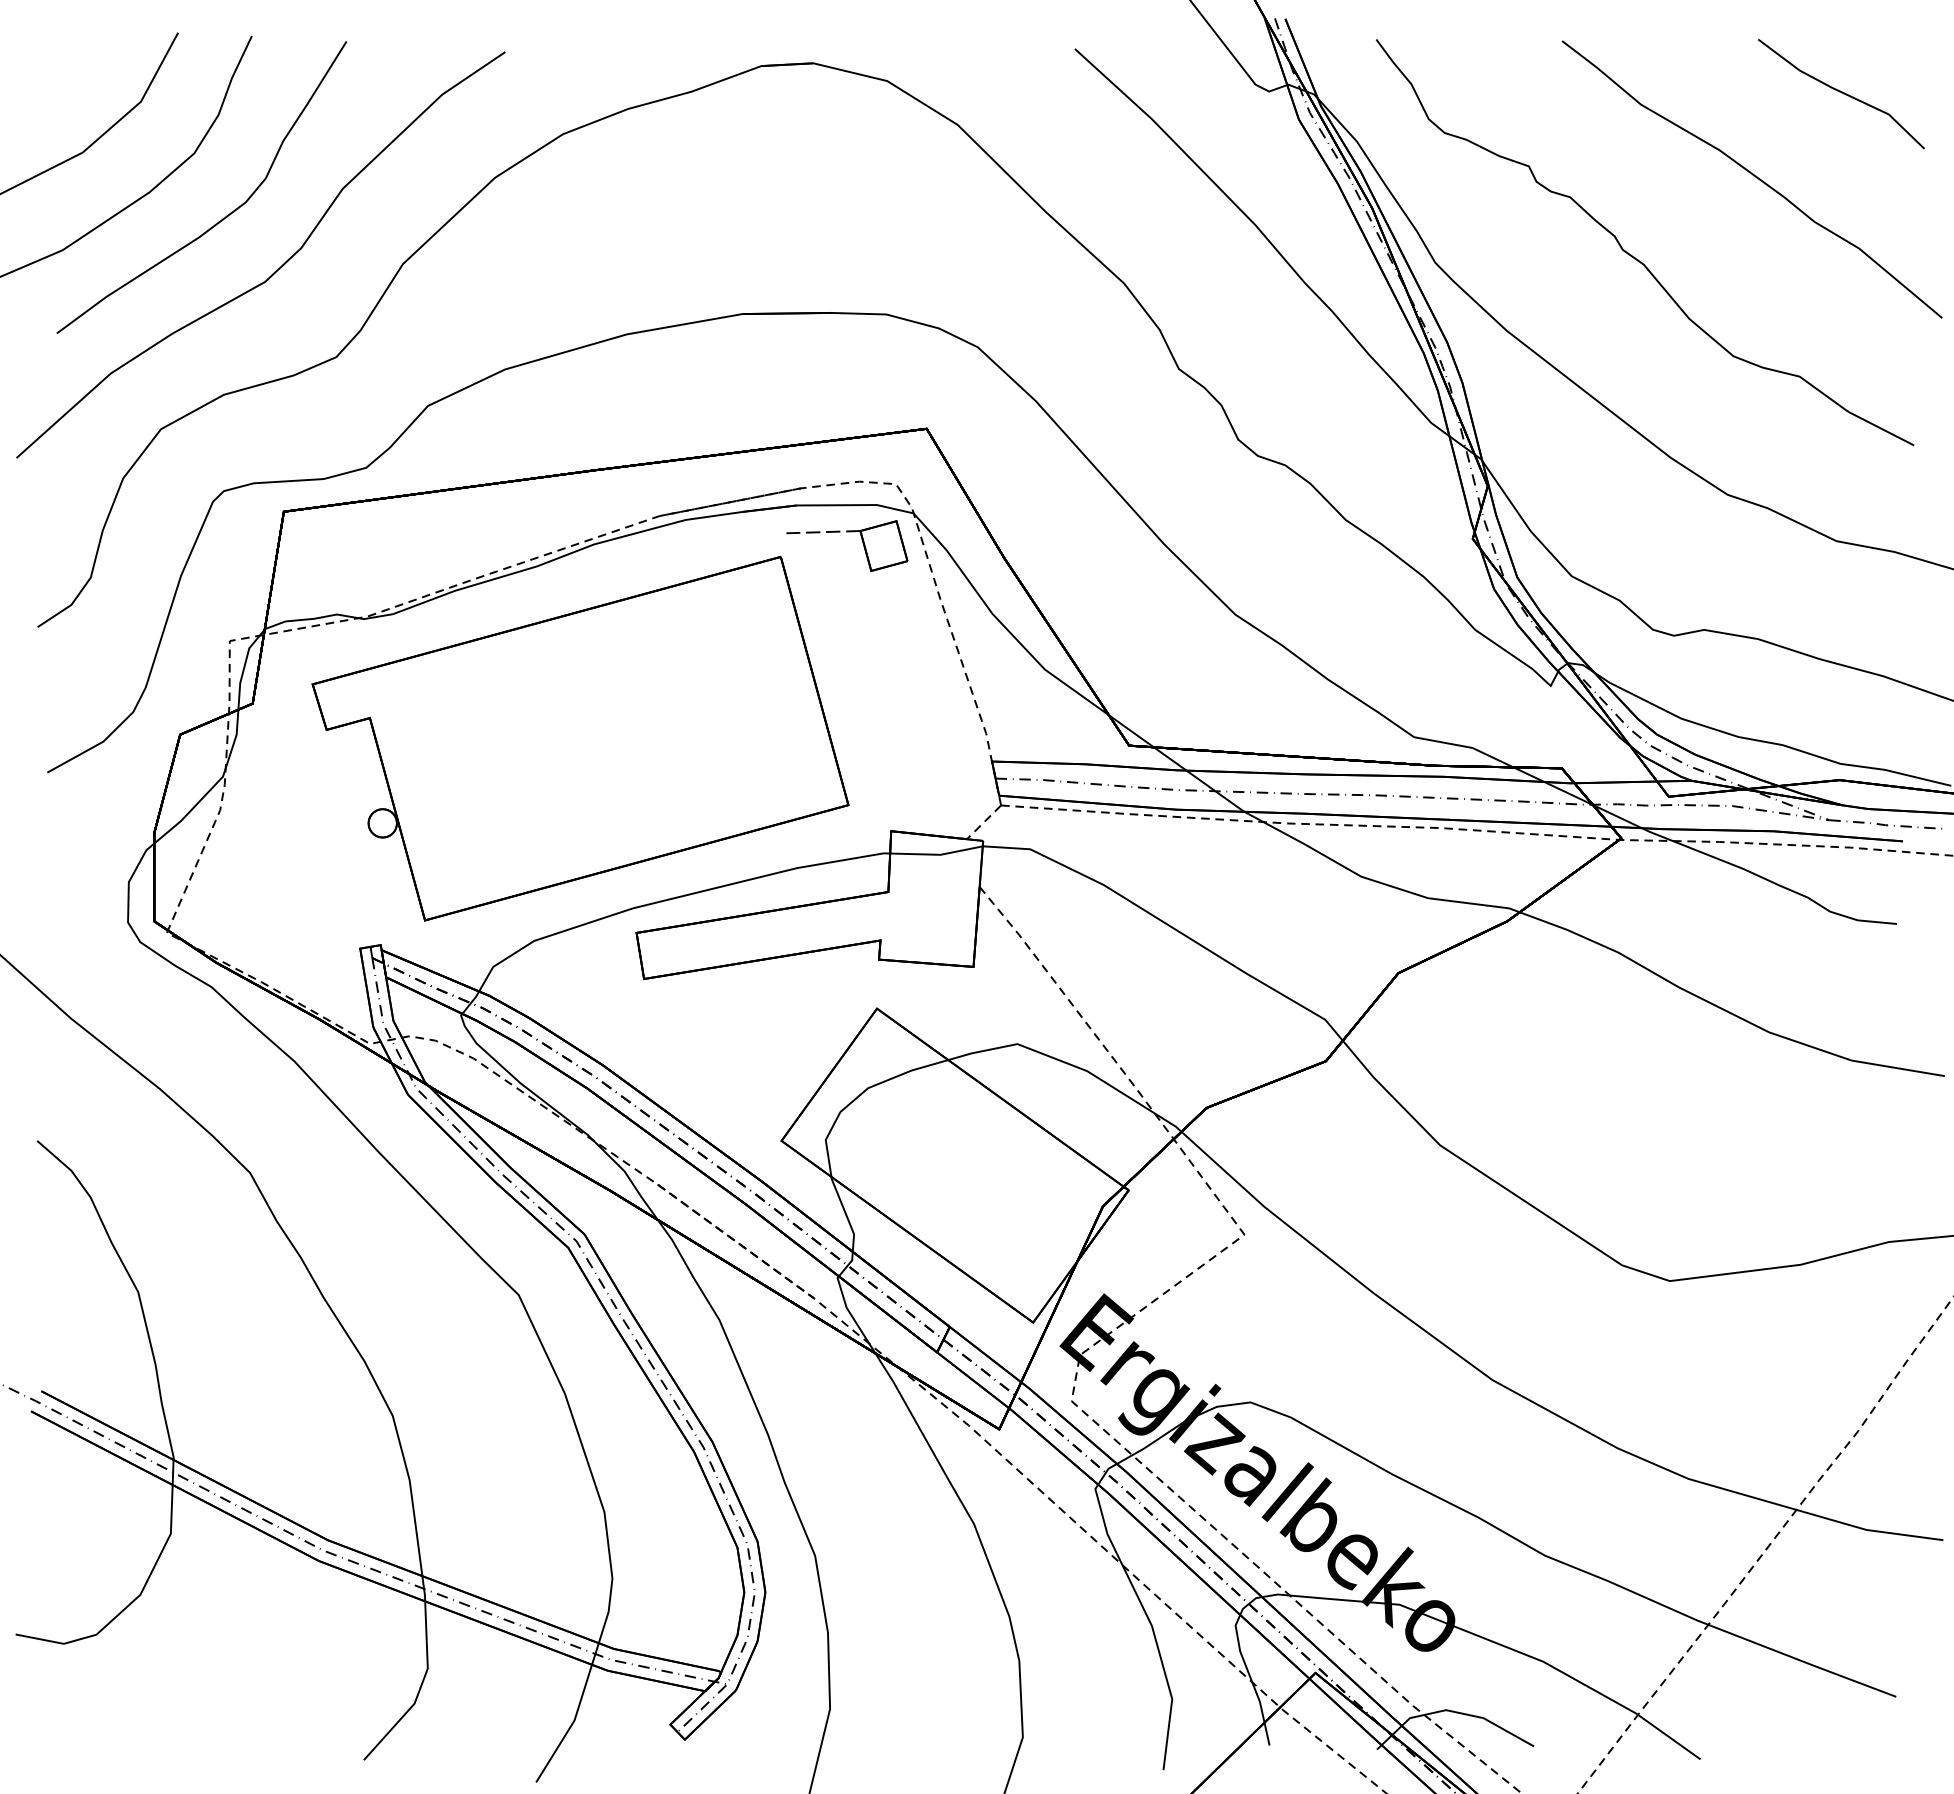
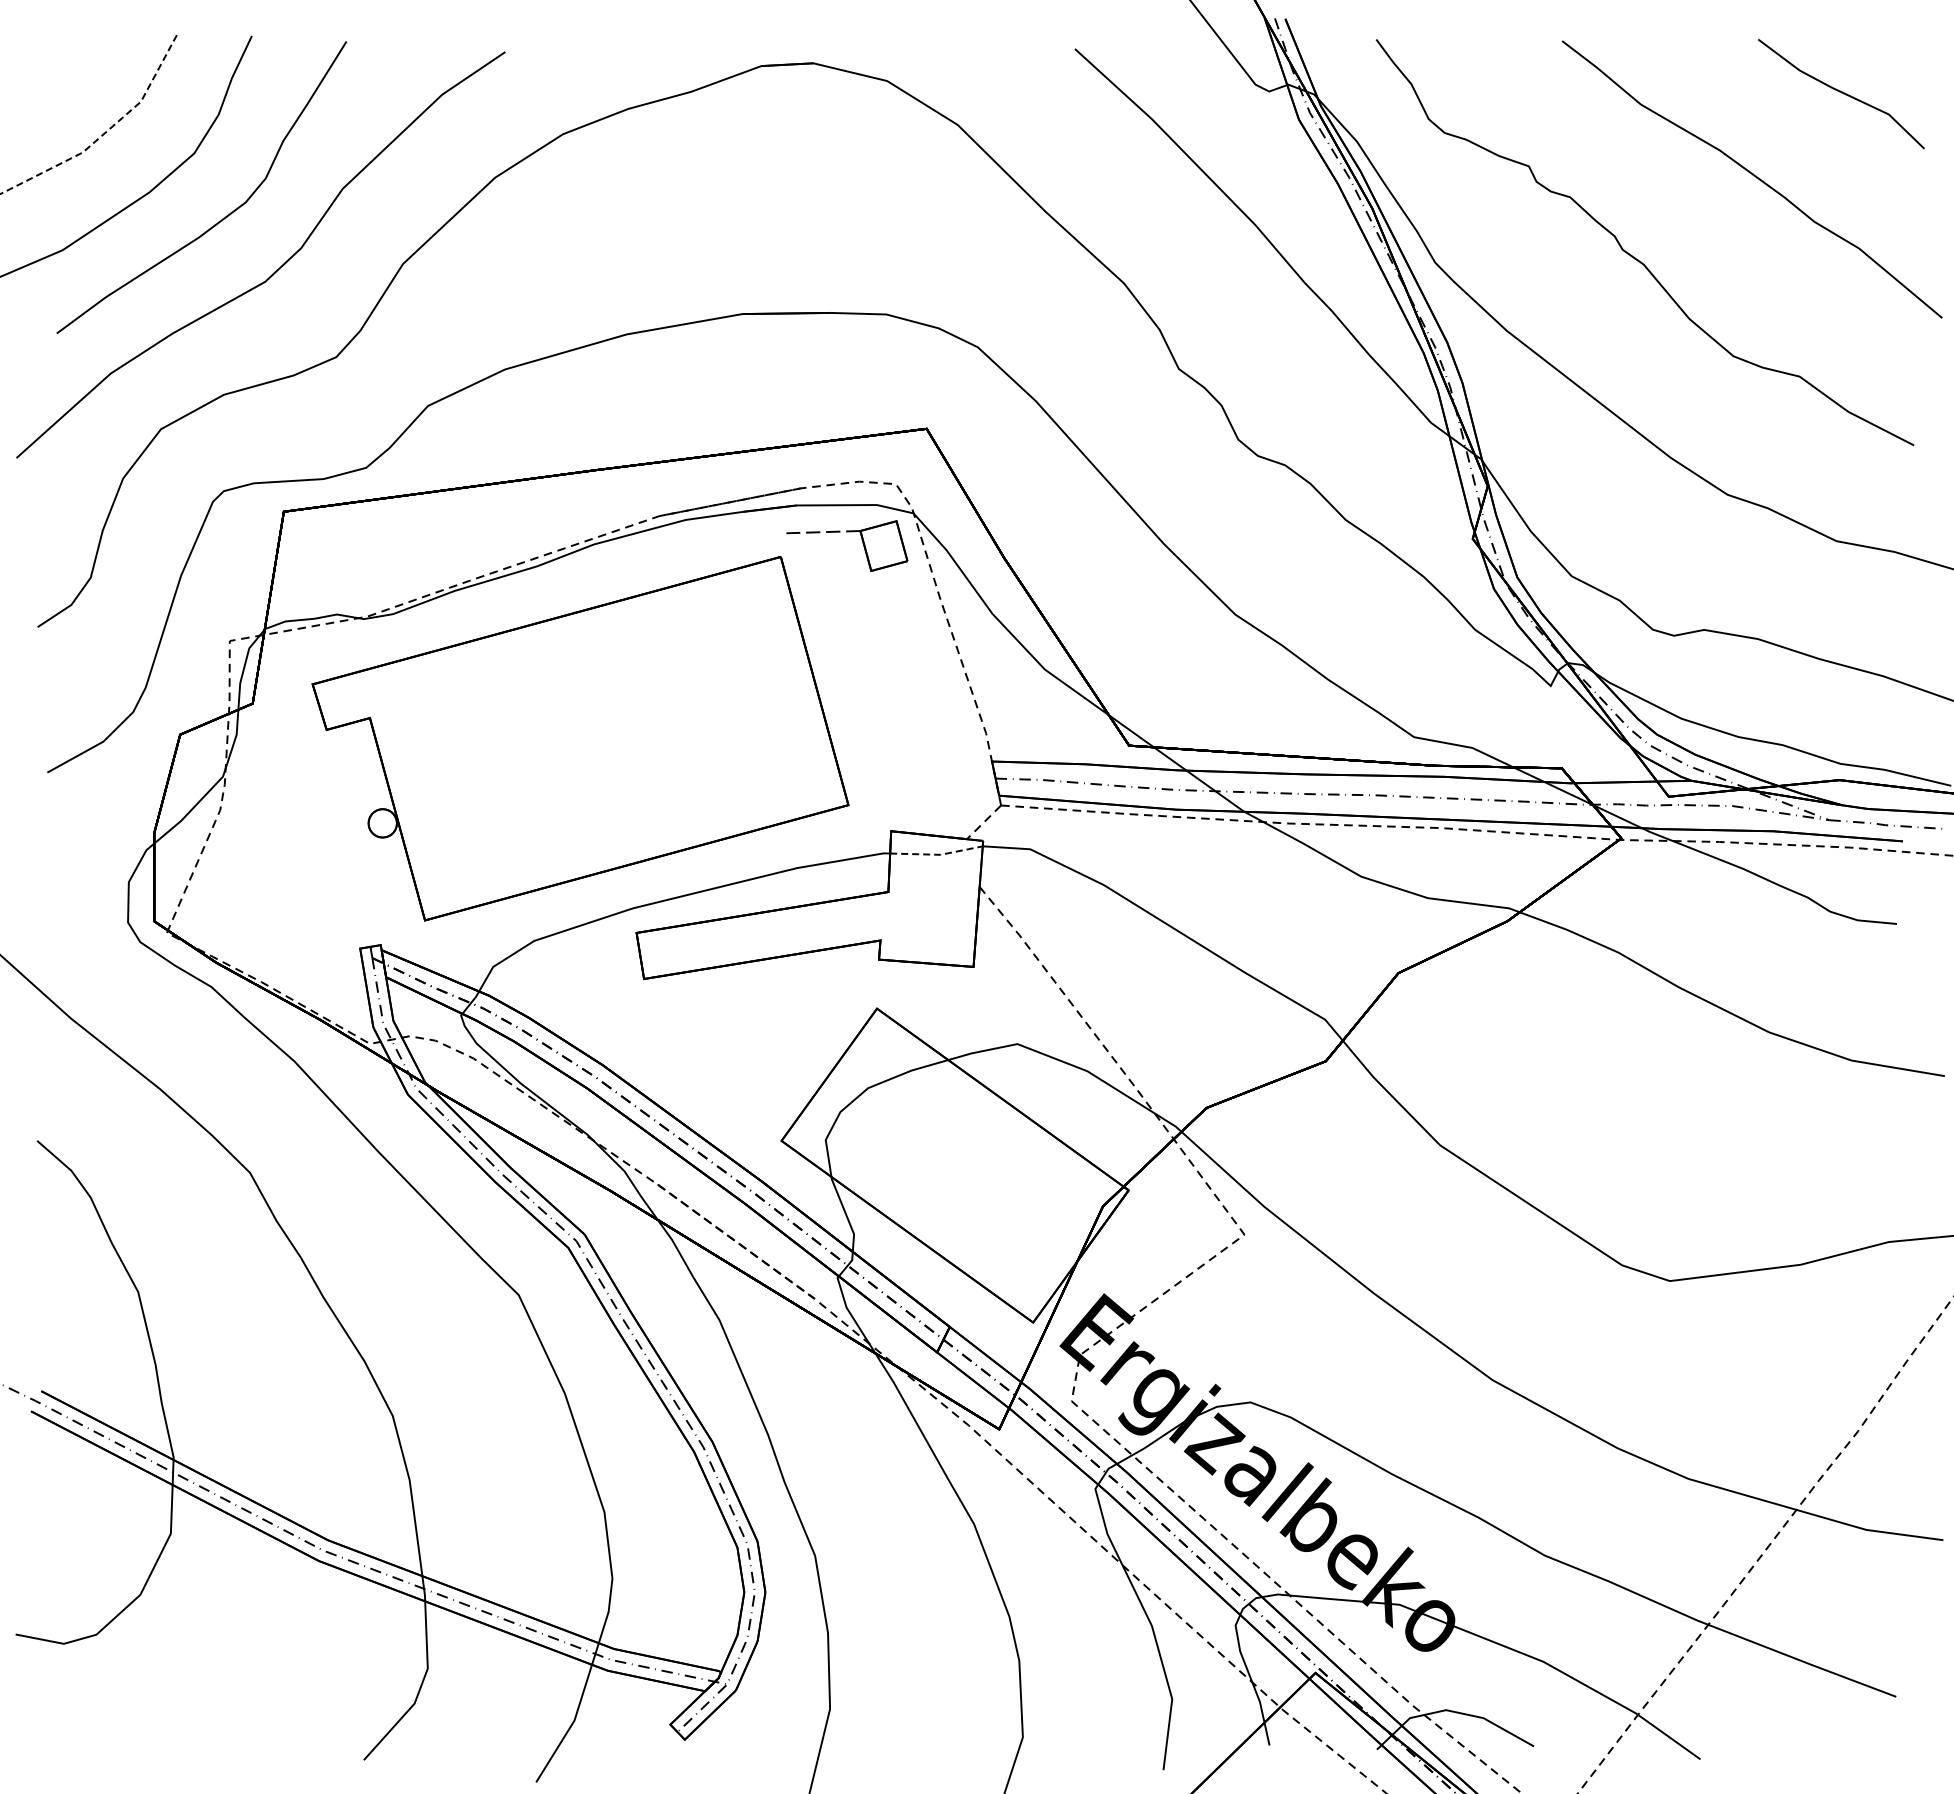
line at (106, 131): solid -> dashed
line at (937, 854): solid -> dashed
